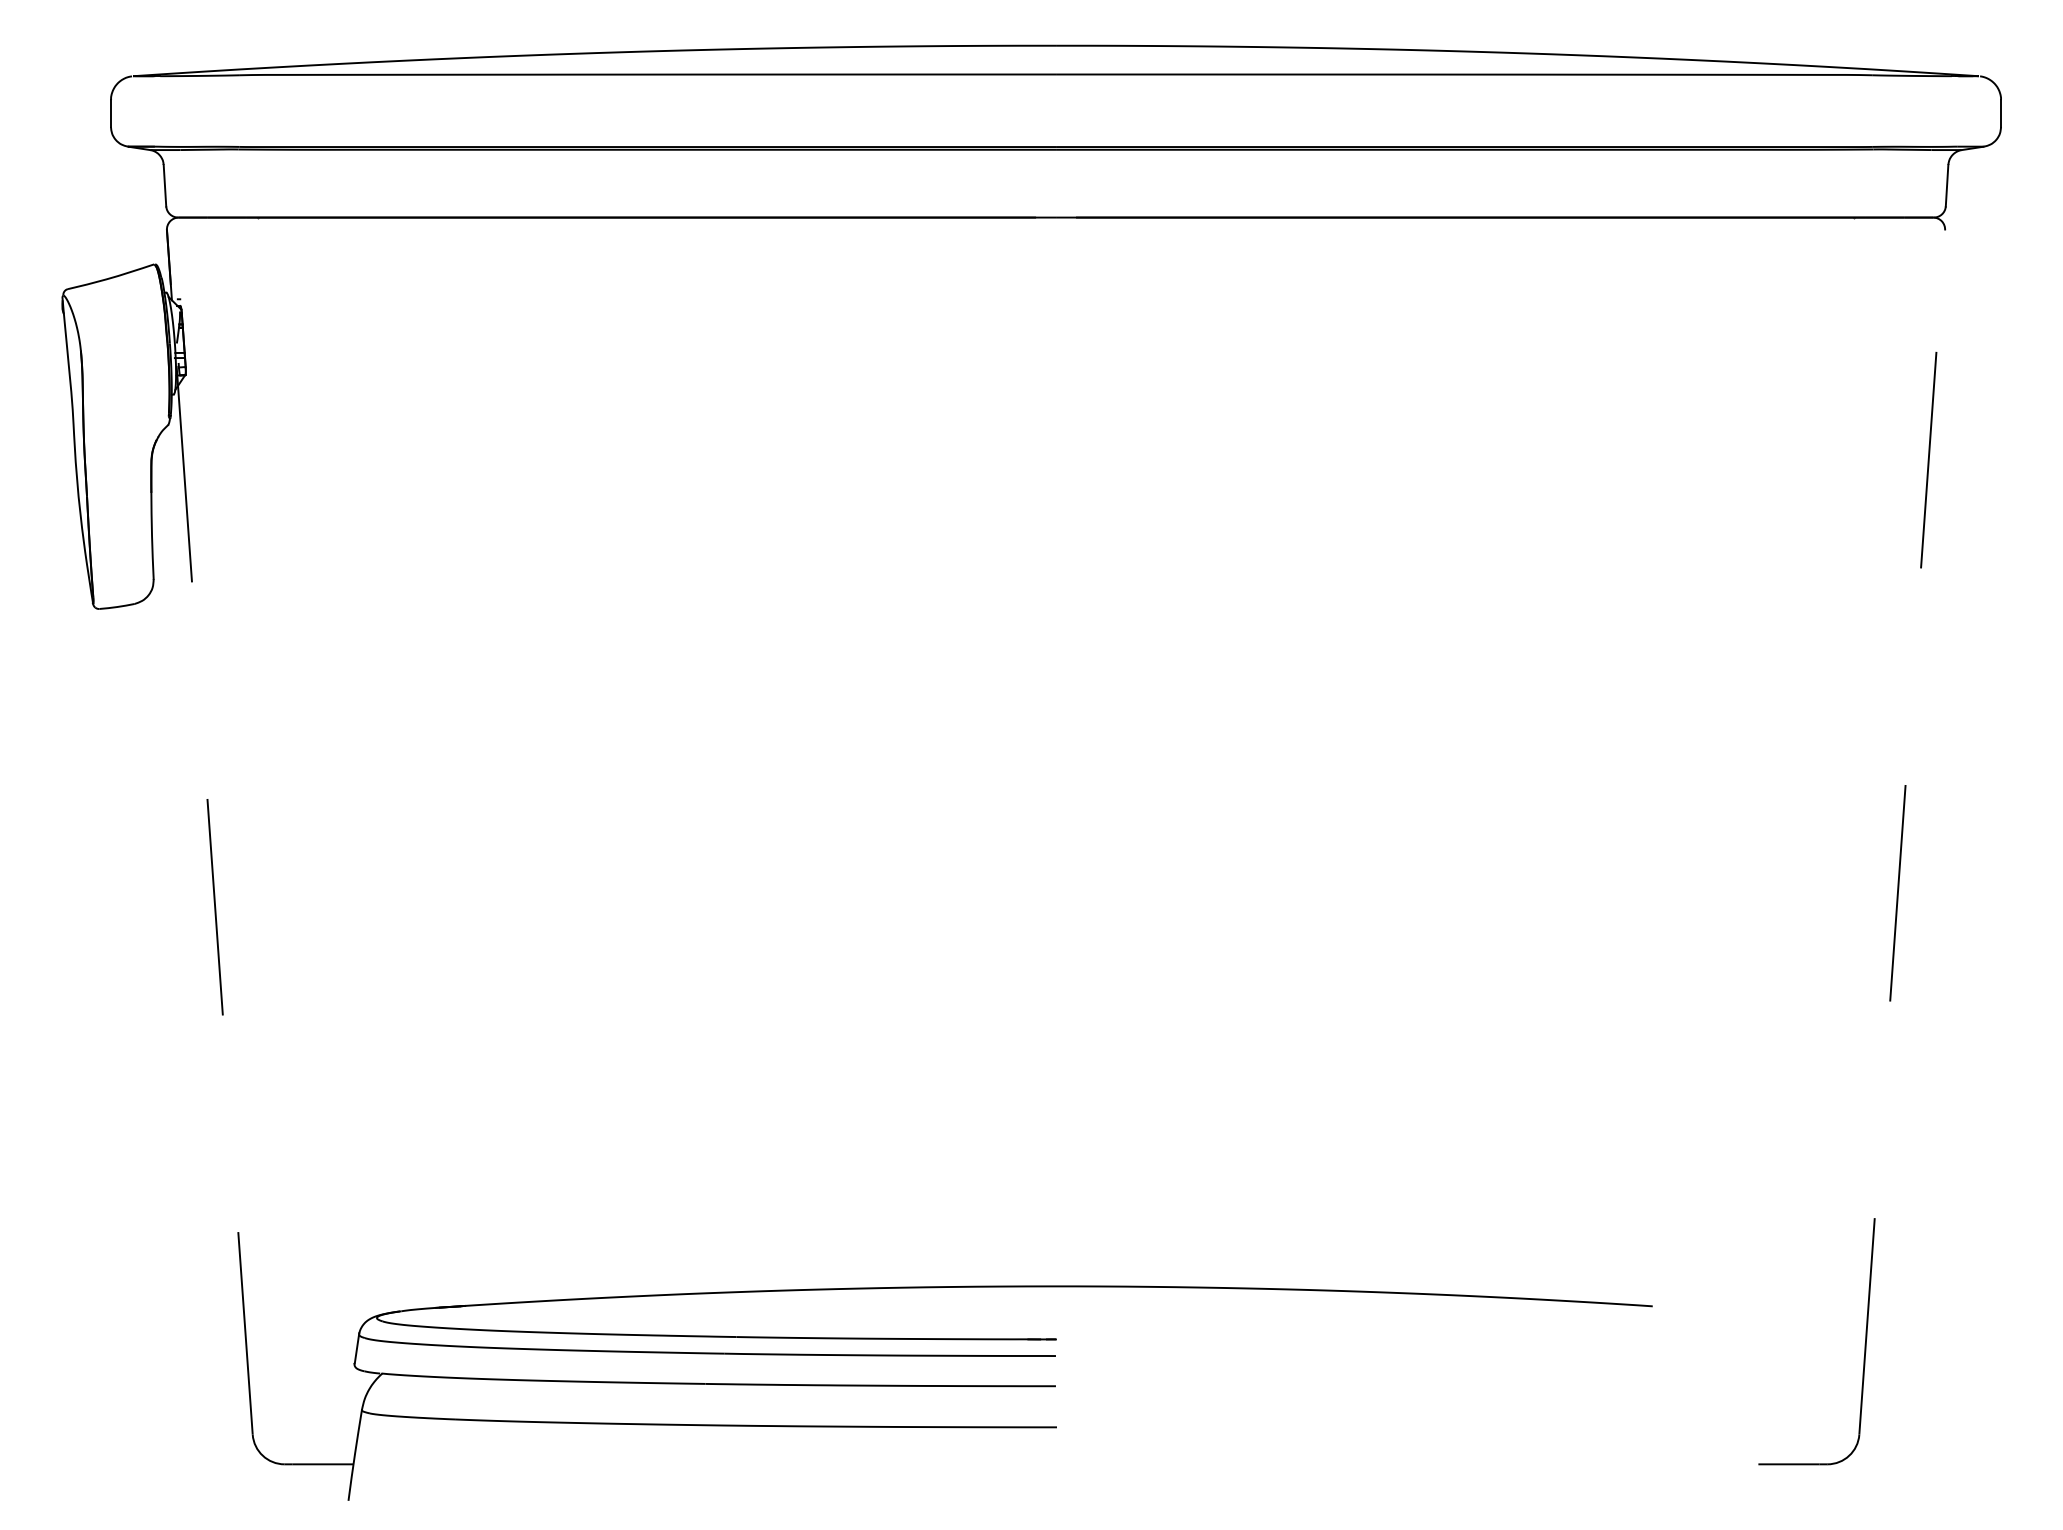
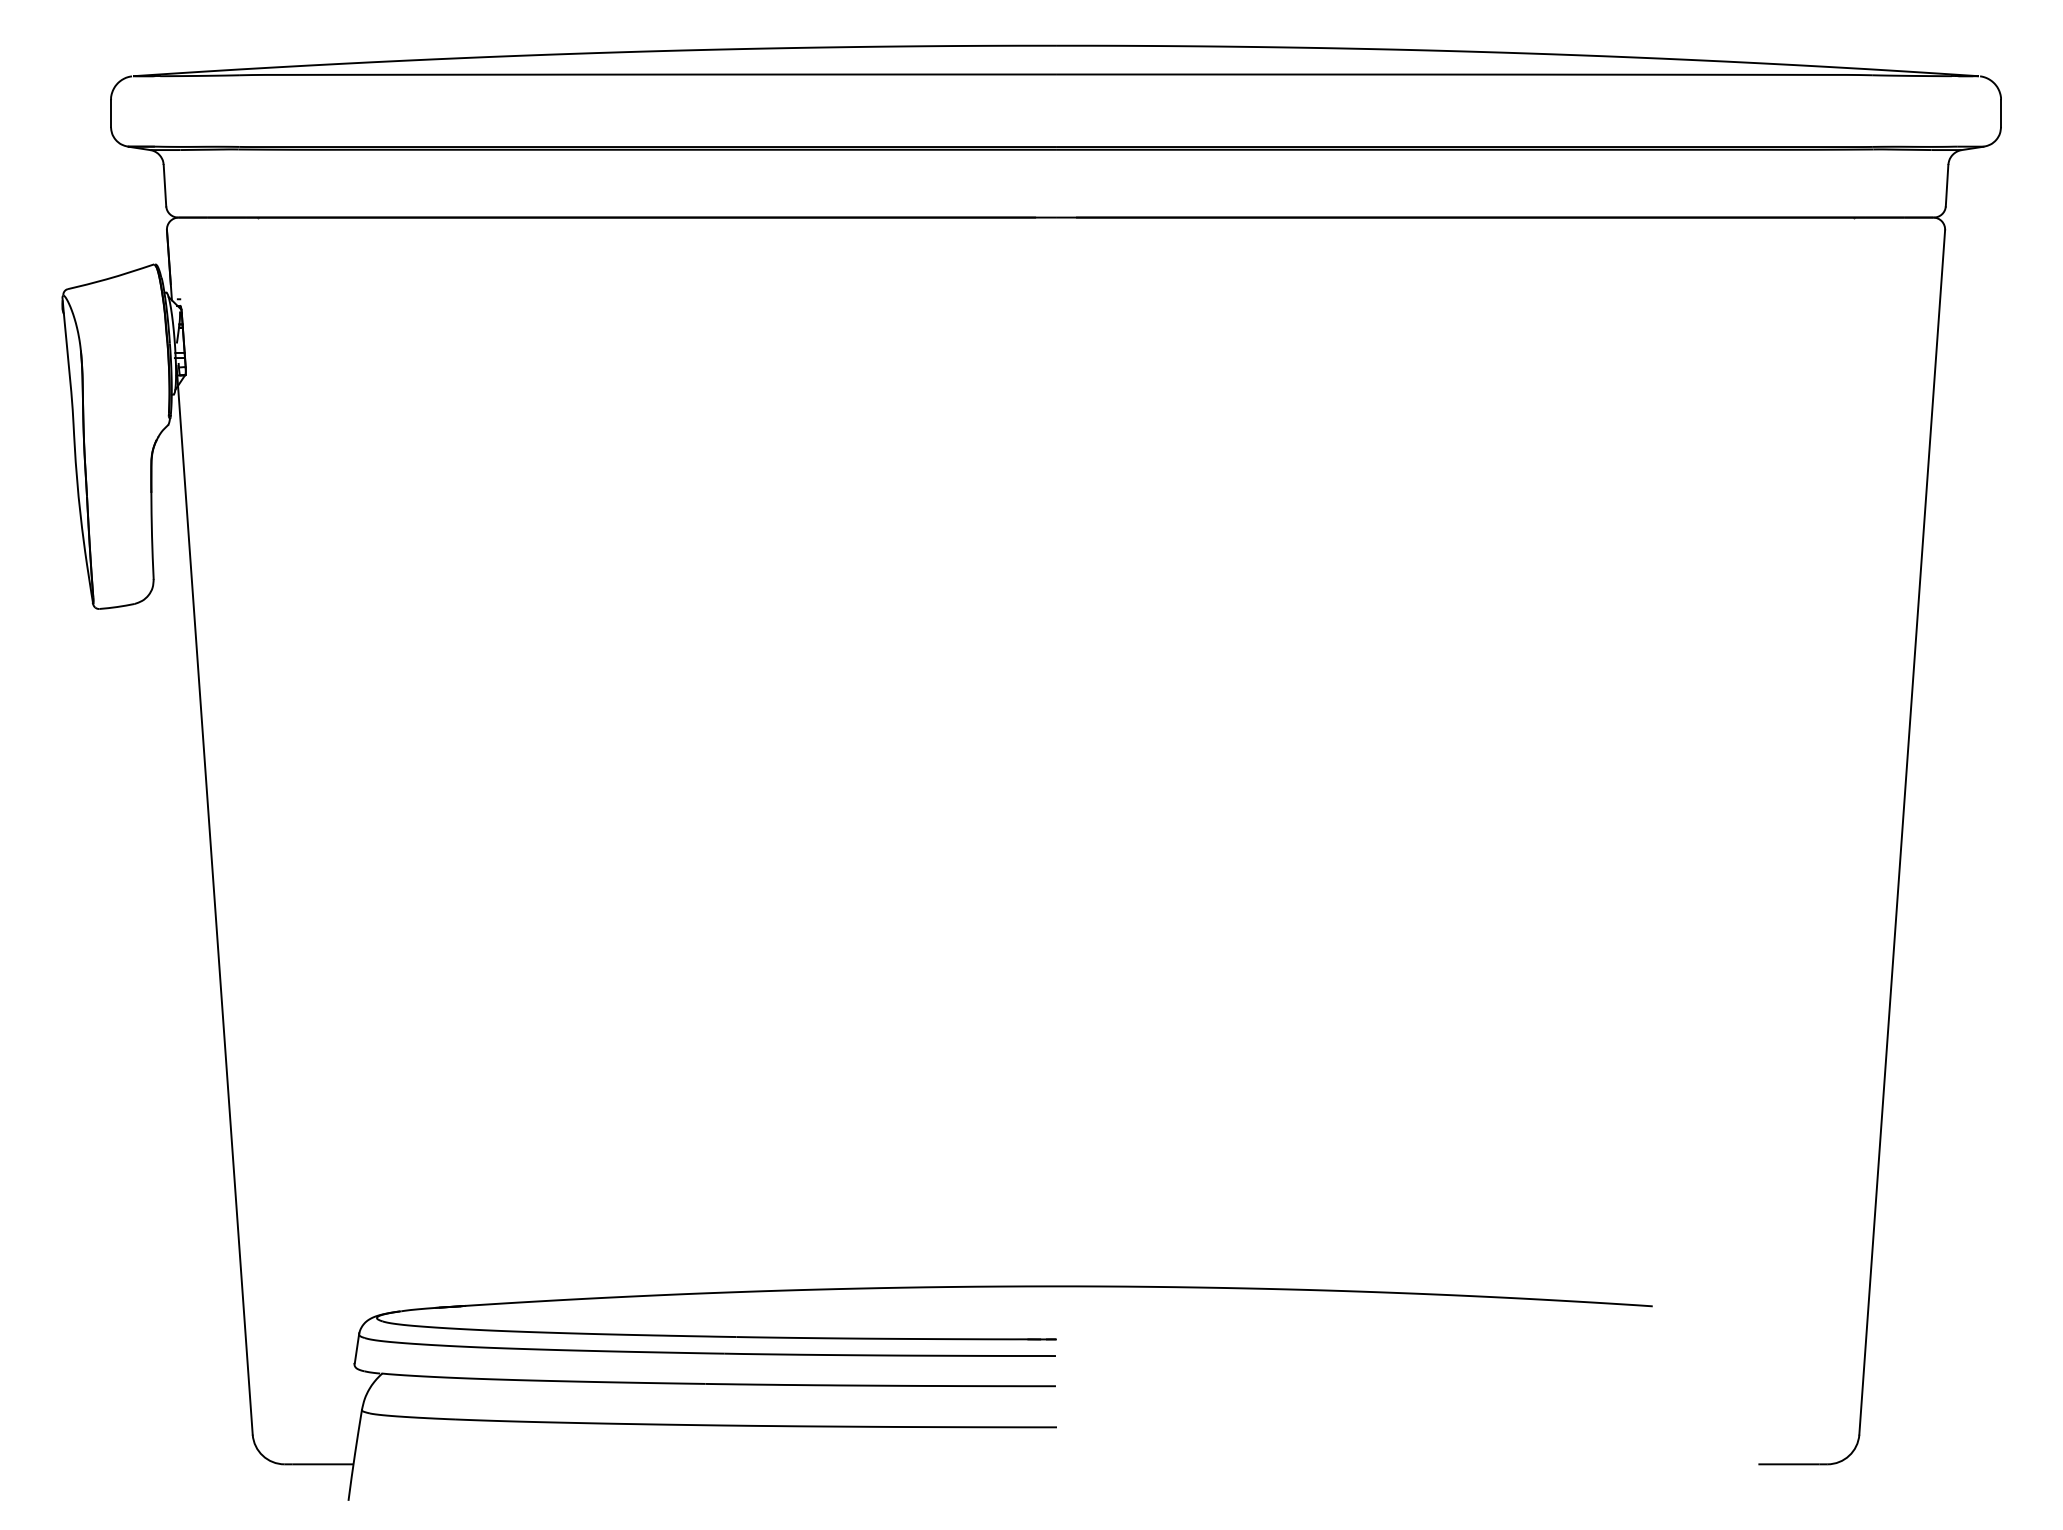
line at (1902, 832): dashed -> solid
line at (214, 900): dashed -> solid
